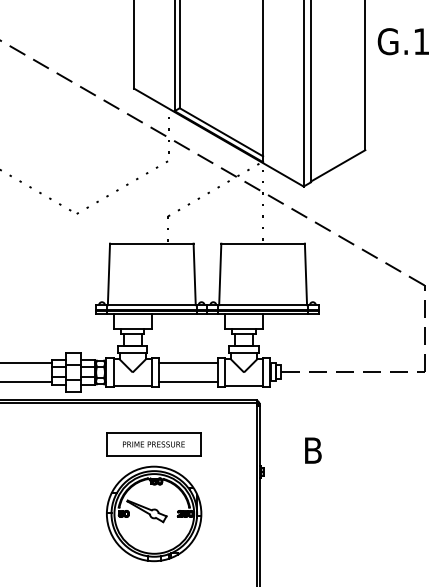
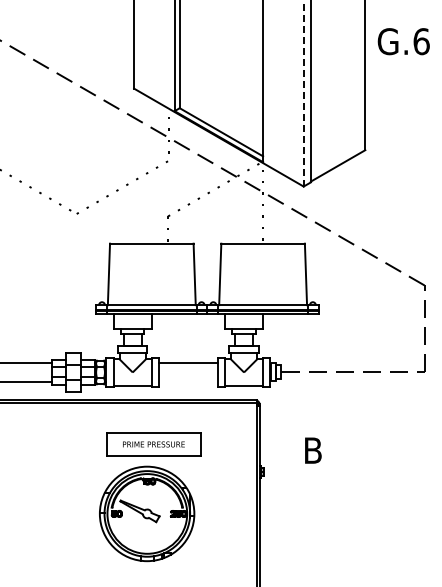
text at (421, 41): G.1 -> G.6
line at (303, 93): solid -> dashed
line at (188, 382): present -> none
part at (154, 513) position: (154, 513) -> (147, 513)
